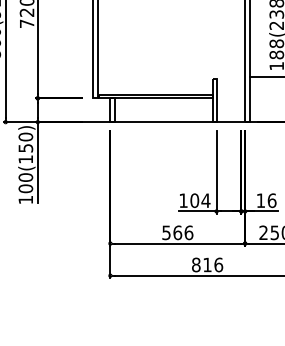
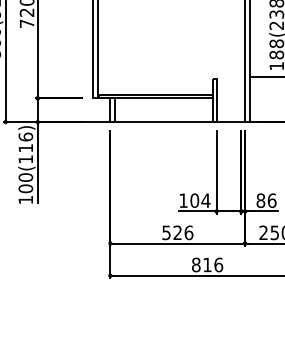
text at (25, 142): 100(150) -> 100(116)
text at (260, 200): 16 -> 86
text at (177, 232): 566 -> 526
